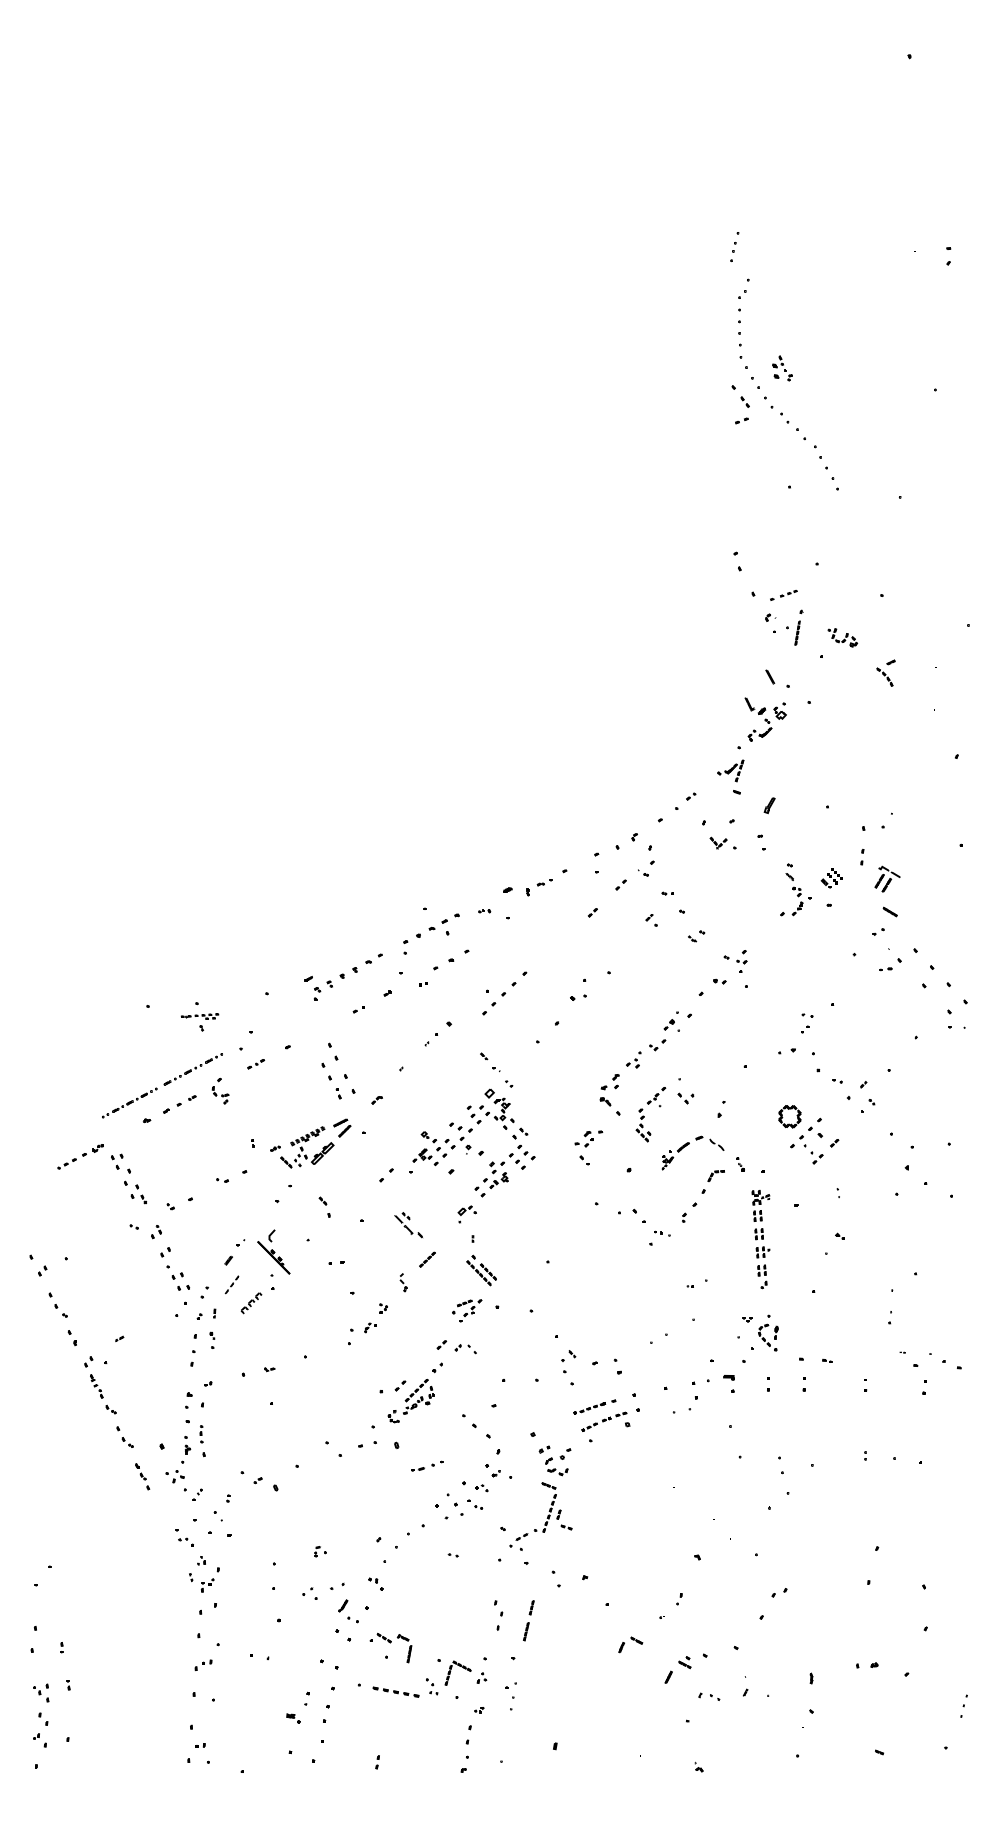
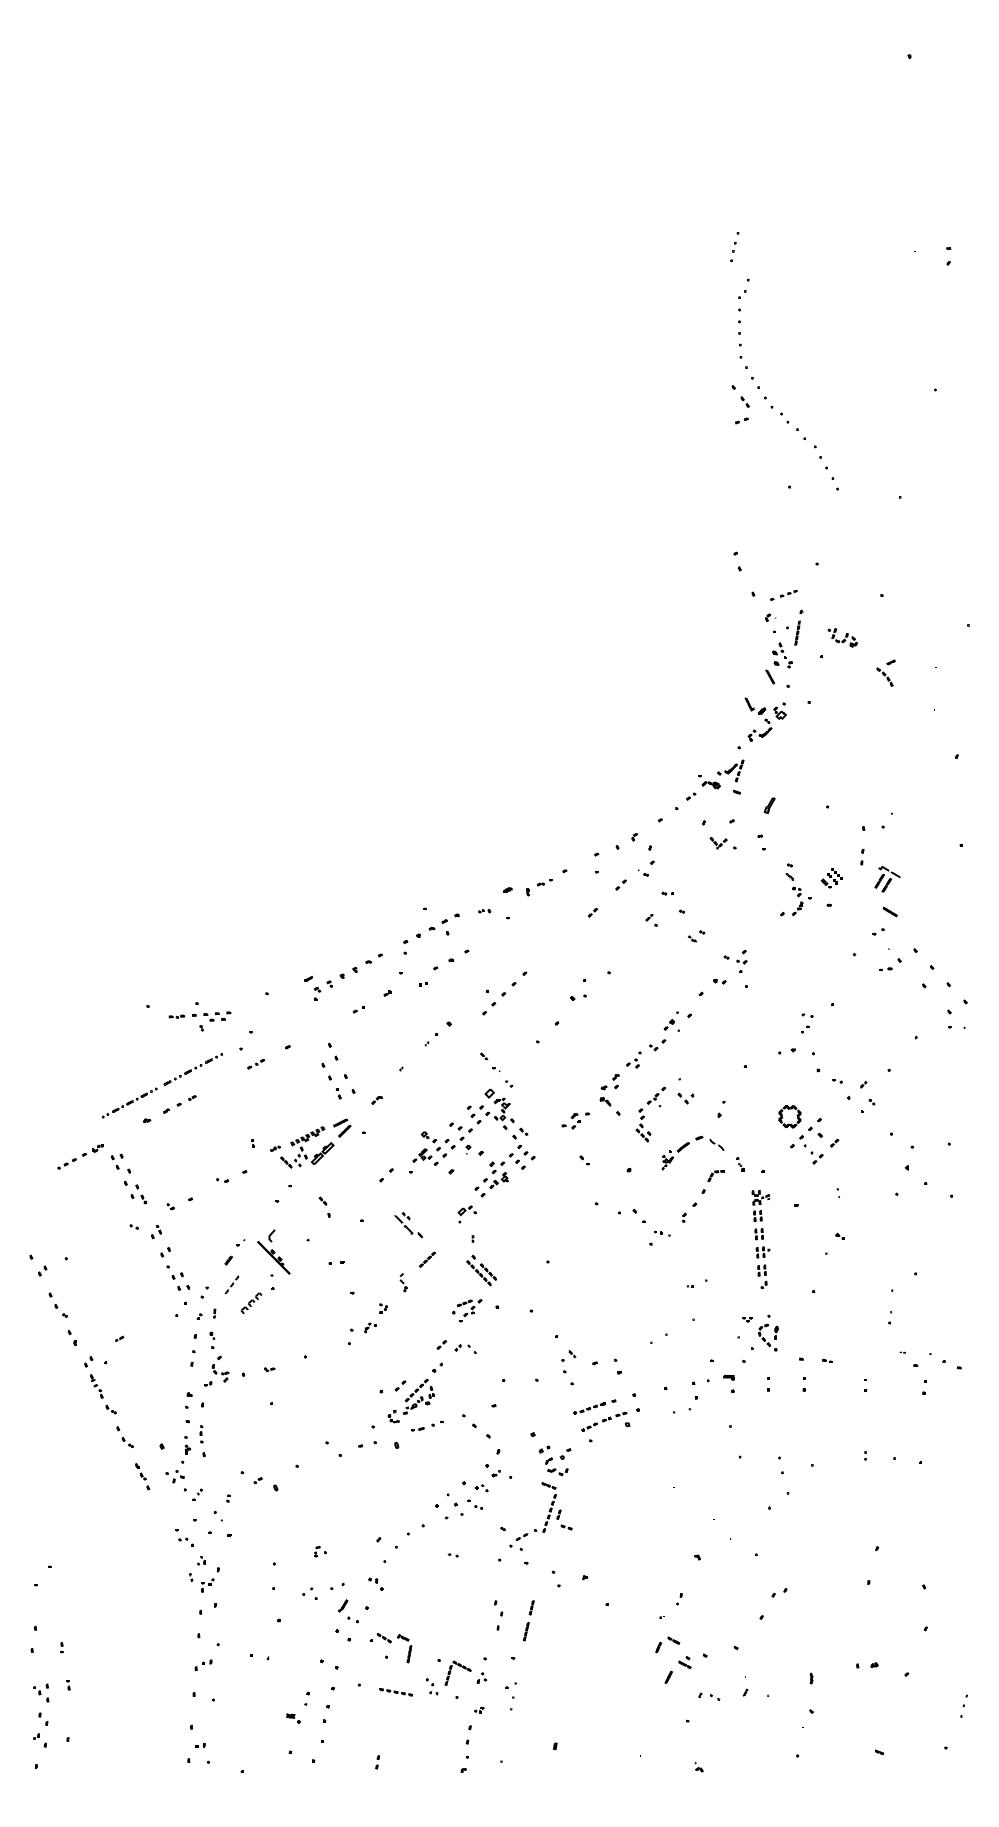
part at (782, 368) position: (782, 368) -> (782, 655)
part at (709, 782): none -> present
part at (199, 1016) size: 40x7 px -> 64x11 px
part at (220, 1090) position: (220, 1090) -> (220, 1368)
part at (588, 1138) position: (588, 1138) -> (575, 1120)
part at (427, 1465) position: (427, 1465) -> (427, 1425)
part at (630, 1644) position: (630, 1644) -> (667, 1644)
part at (395, 1691) size: 48x12 px -> 34x9 px
